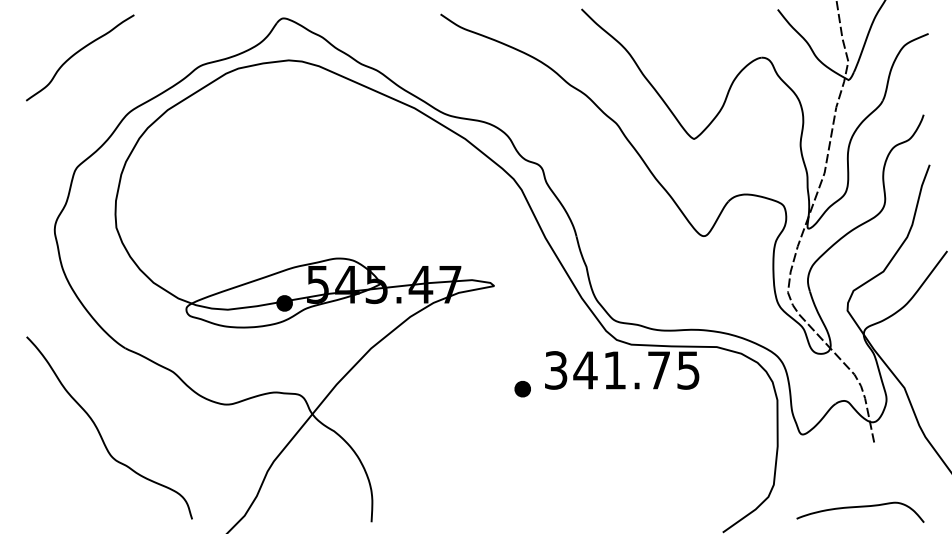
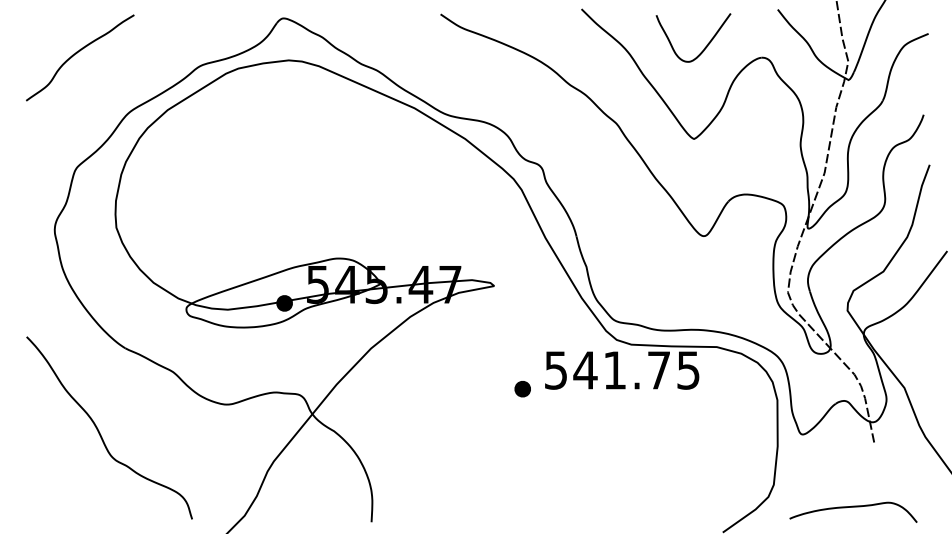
curve at (704, 47): none -> present
text at (556, 370): 341.75 -> 541.75
curve at (860, 507) position: (860, 507) -> (853, 507)
